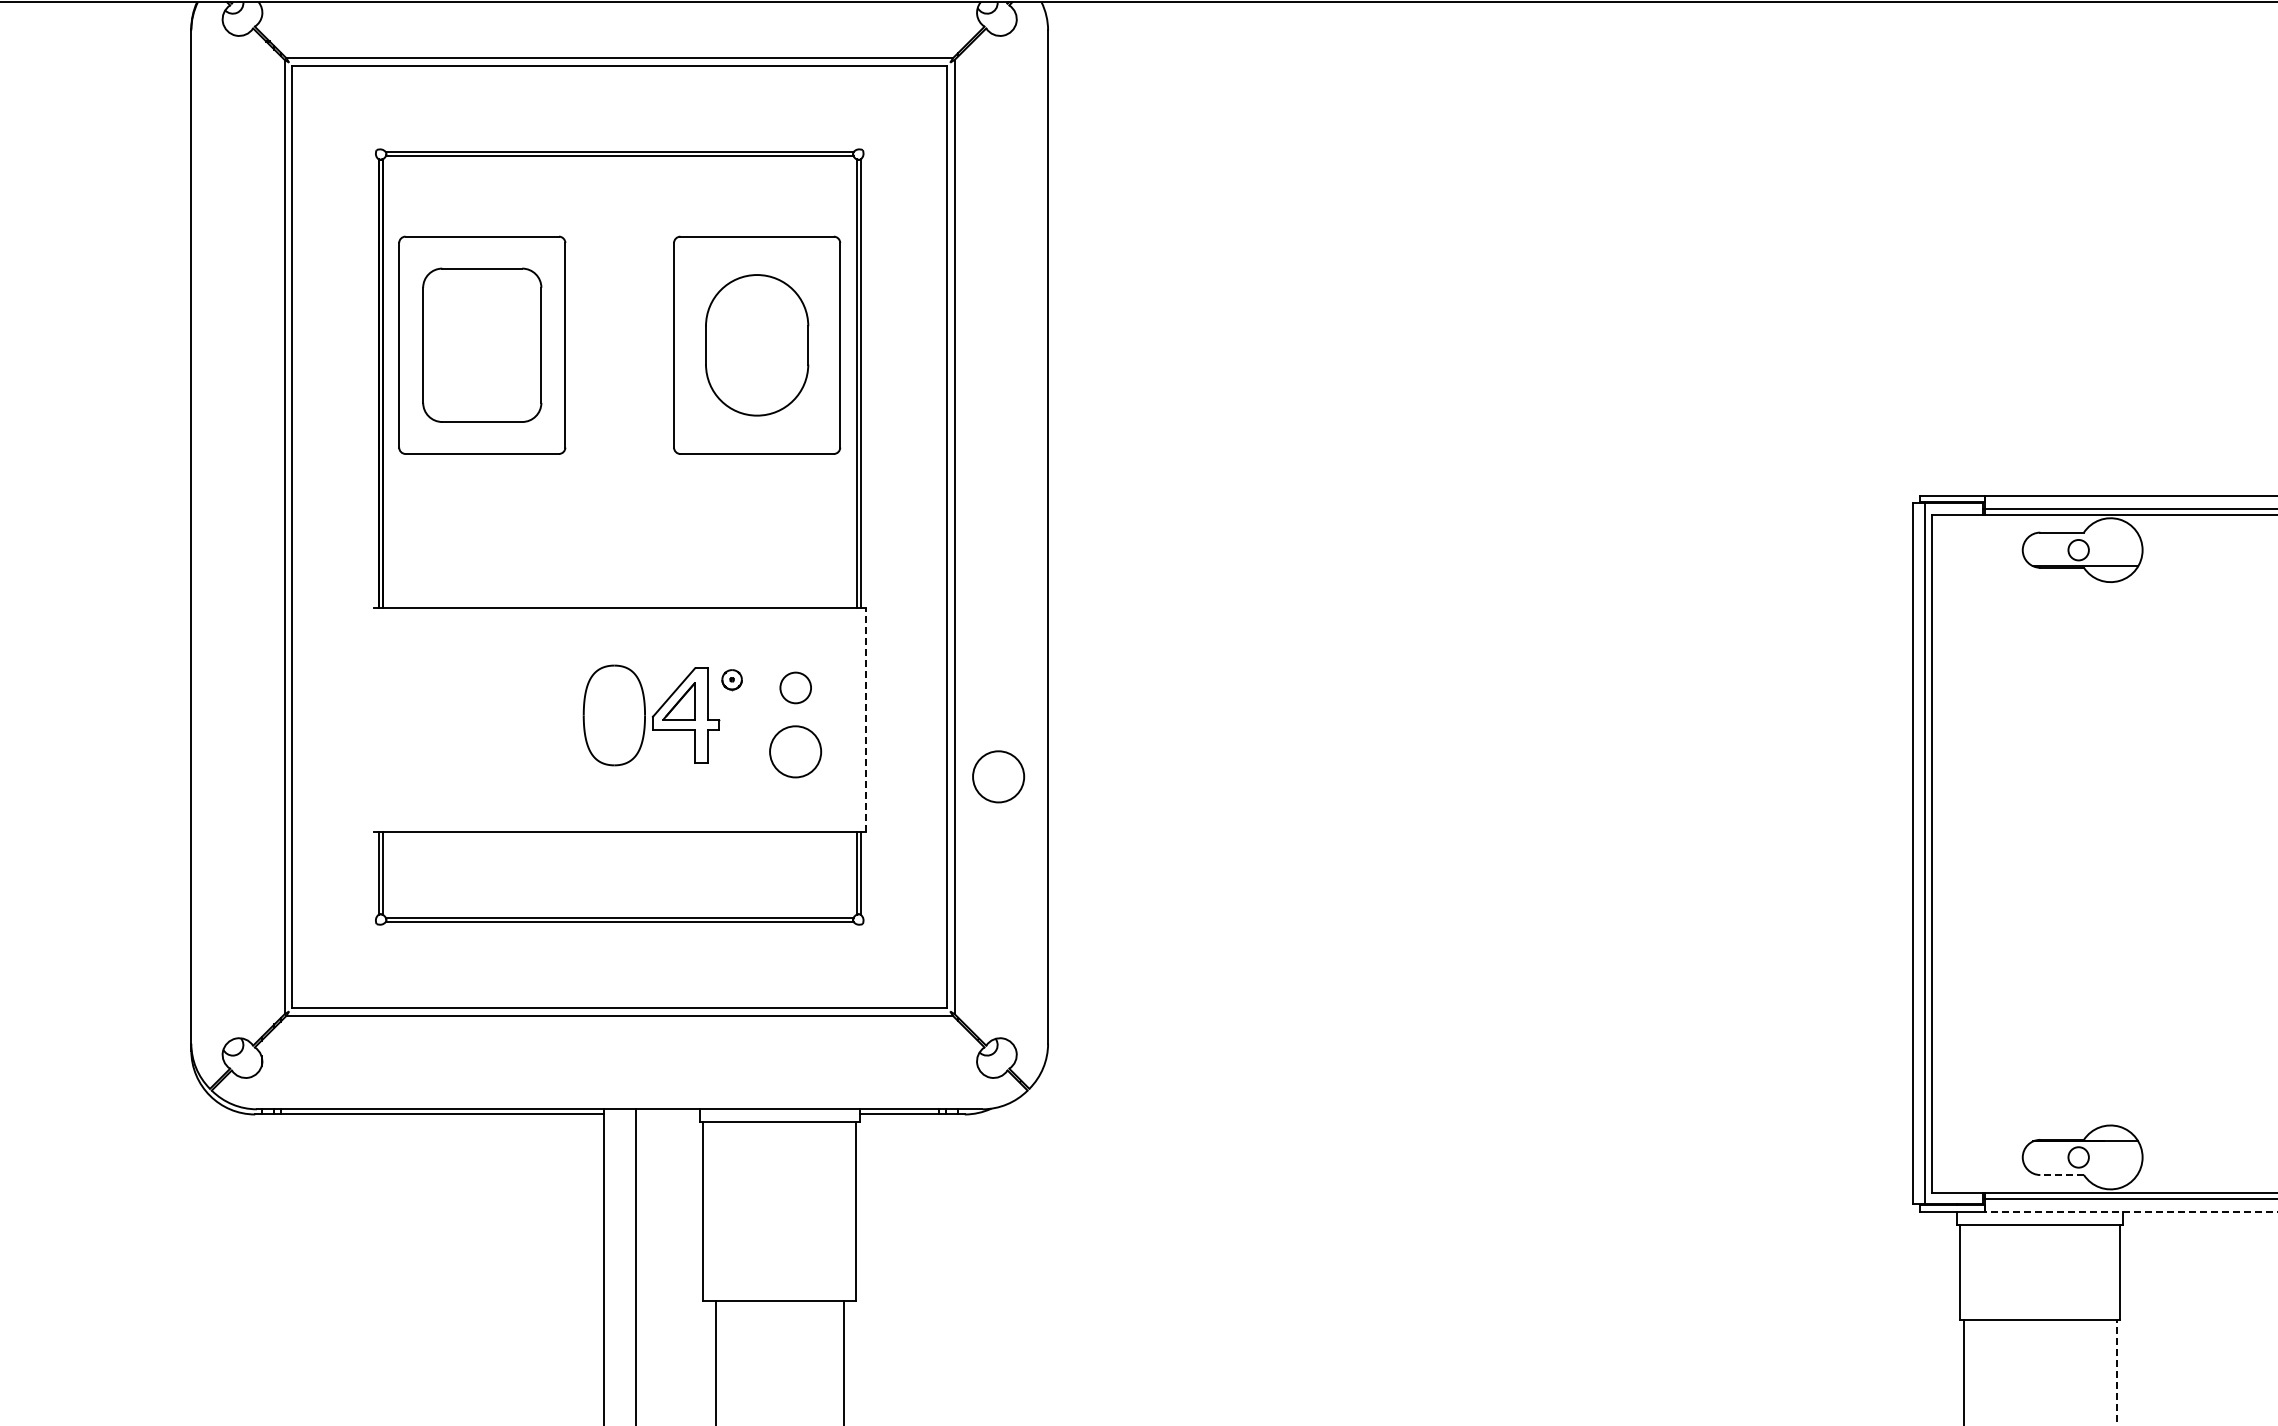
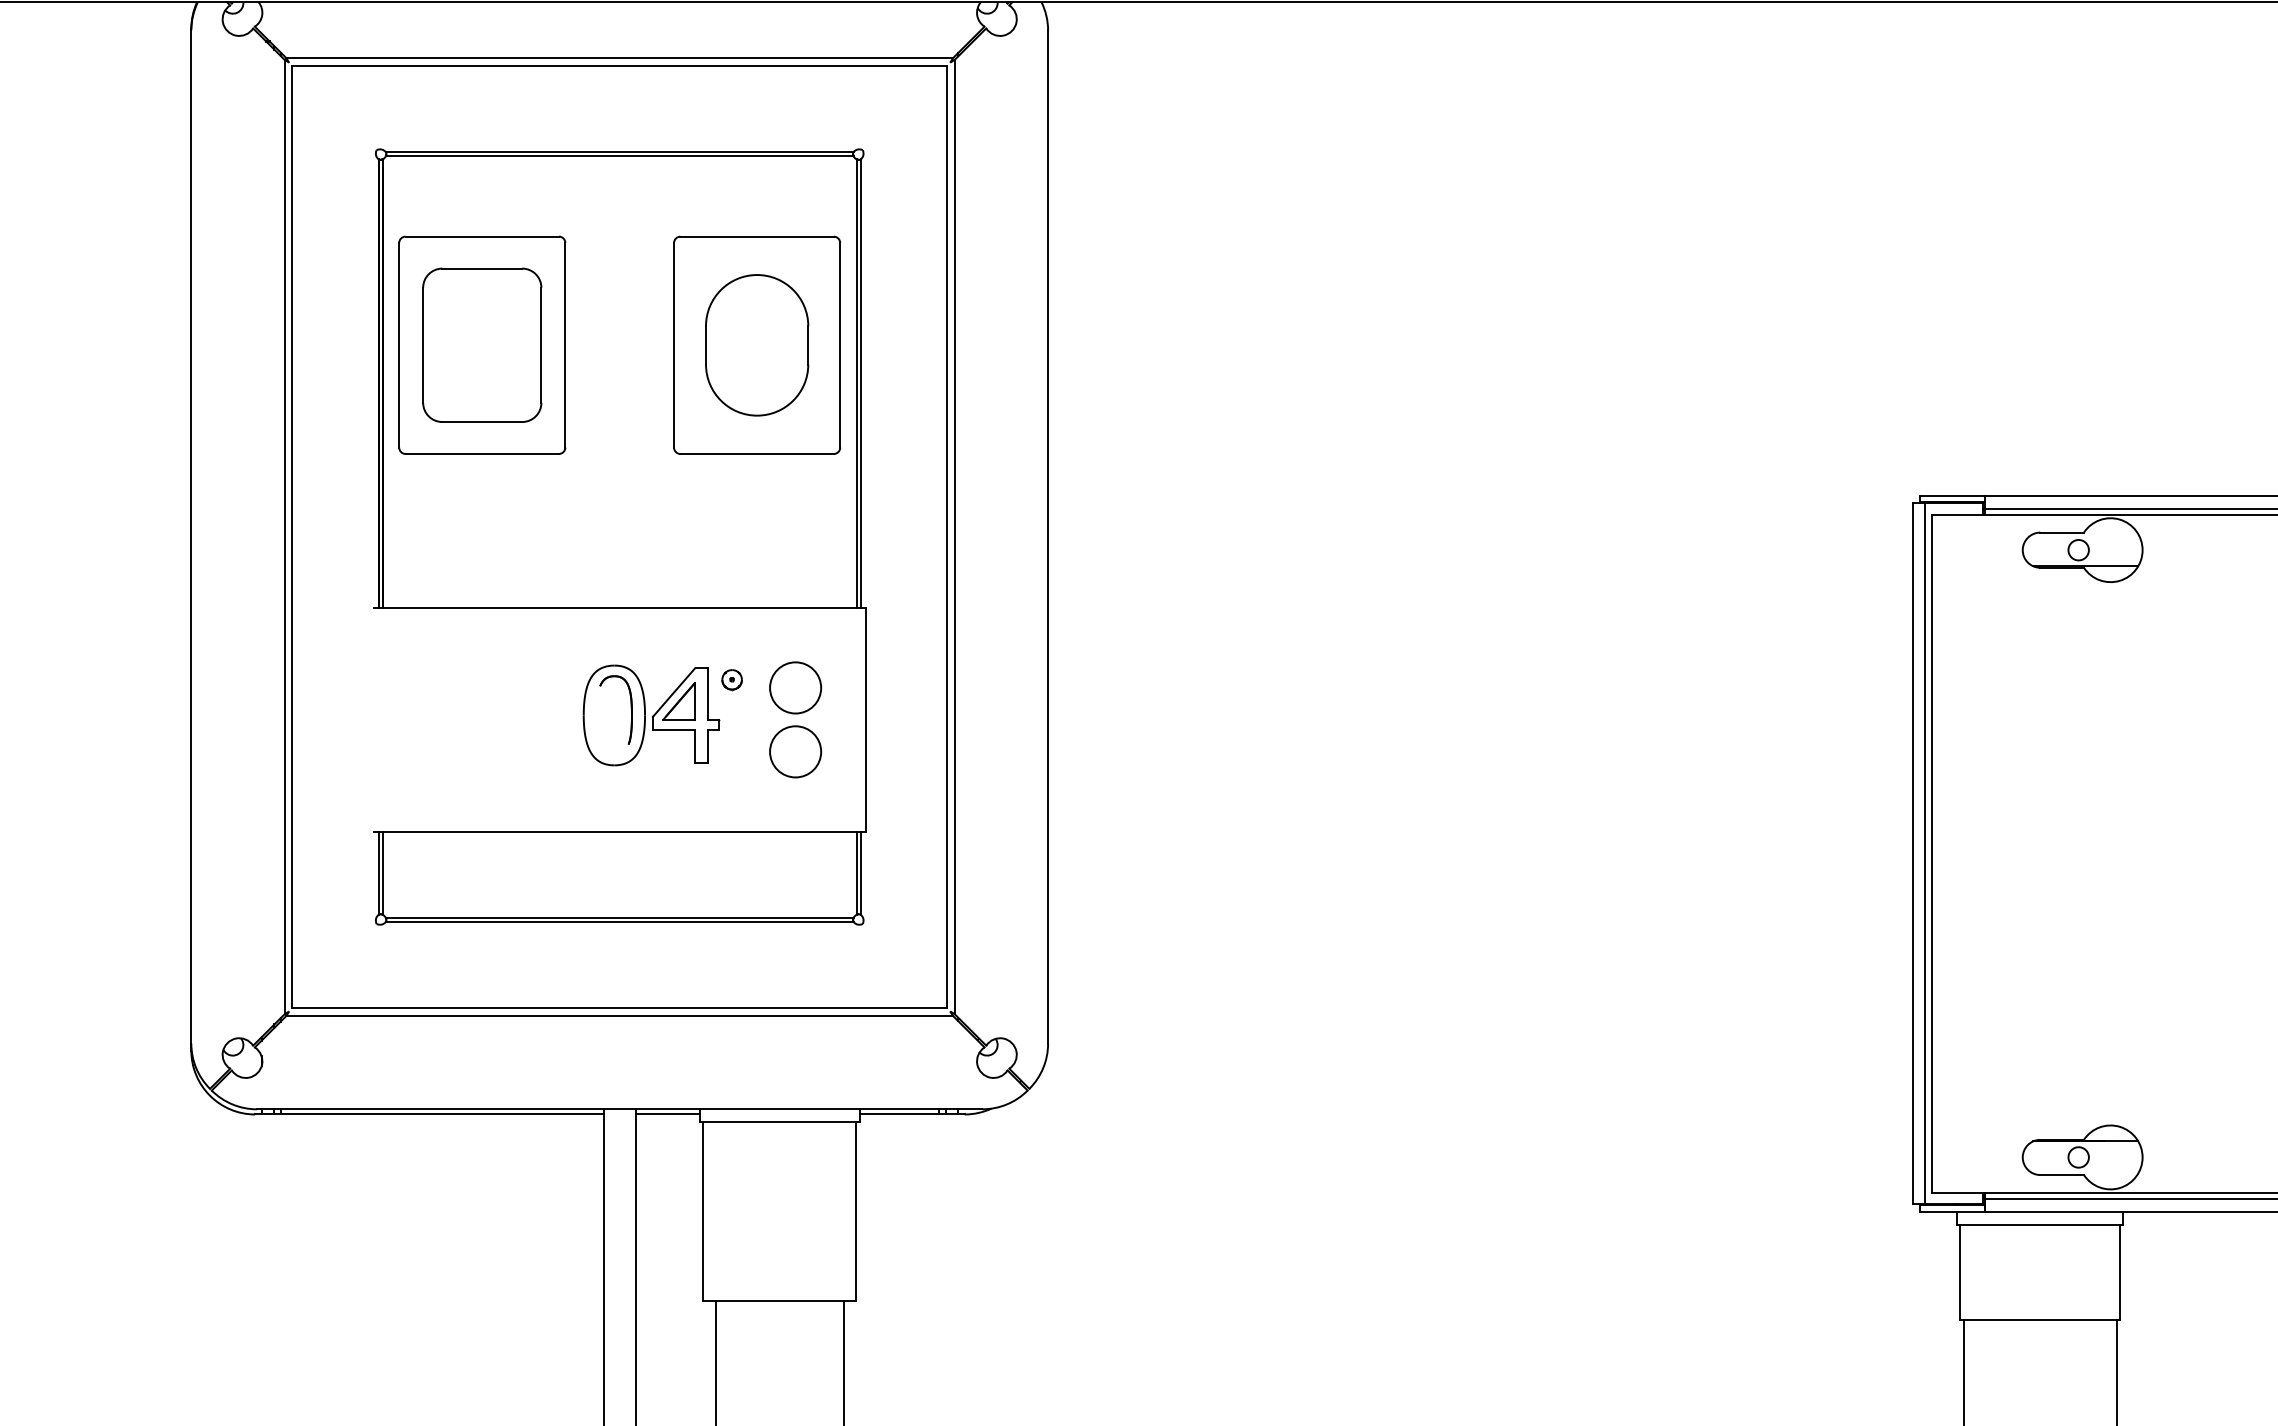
circle at (795, 687) size: 33x34 px -> 54x54 px
part at (630, 708): none -> present
line at (865, 719): dashed -> solid
circle at (998, 776): present -> none
line at (667, 1114): none -> present
line at (2062, 1175): dashed -> solid
line at (2130, 1211): dashed -> solid
line at (2117, 1372): dashed -> solid
